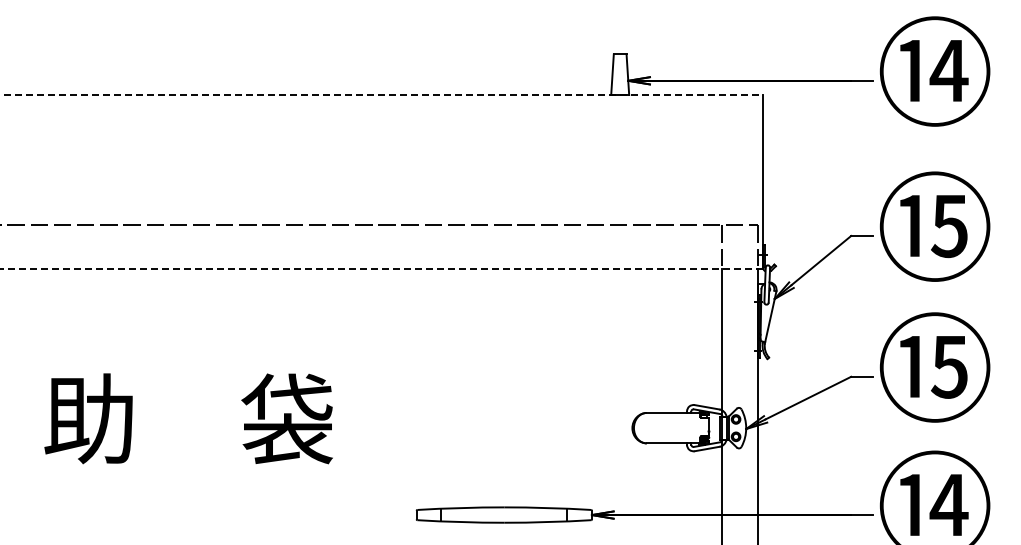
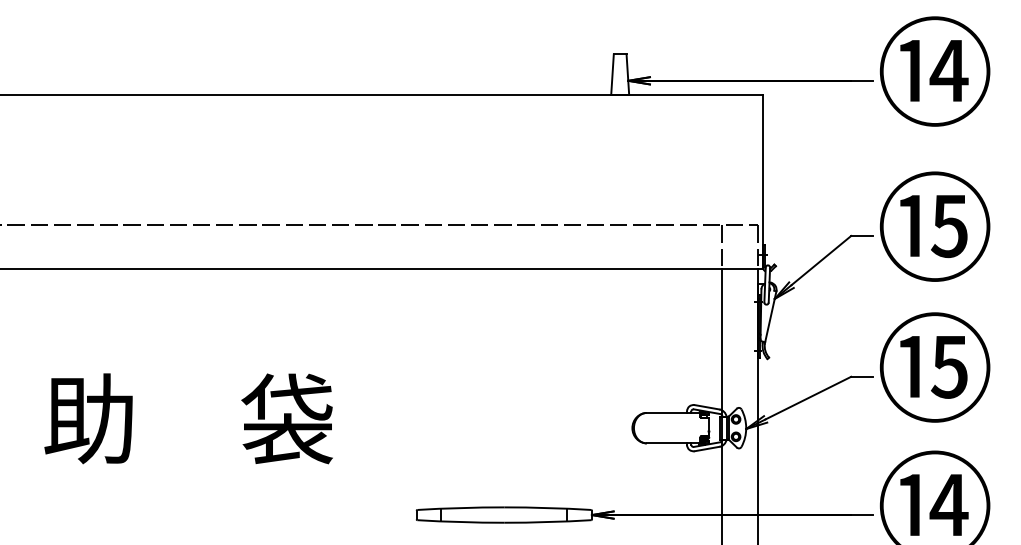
line at (382, 94): dashed -> solid
line at (381, 268): dashed -> solid
